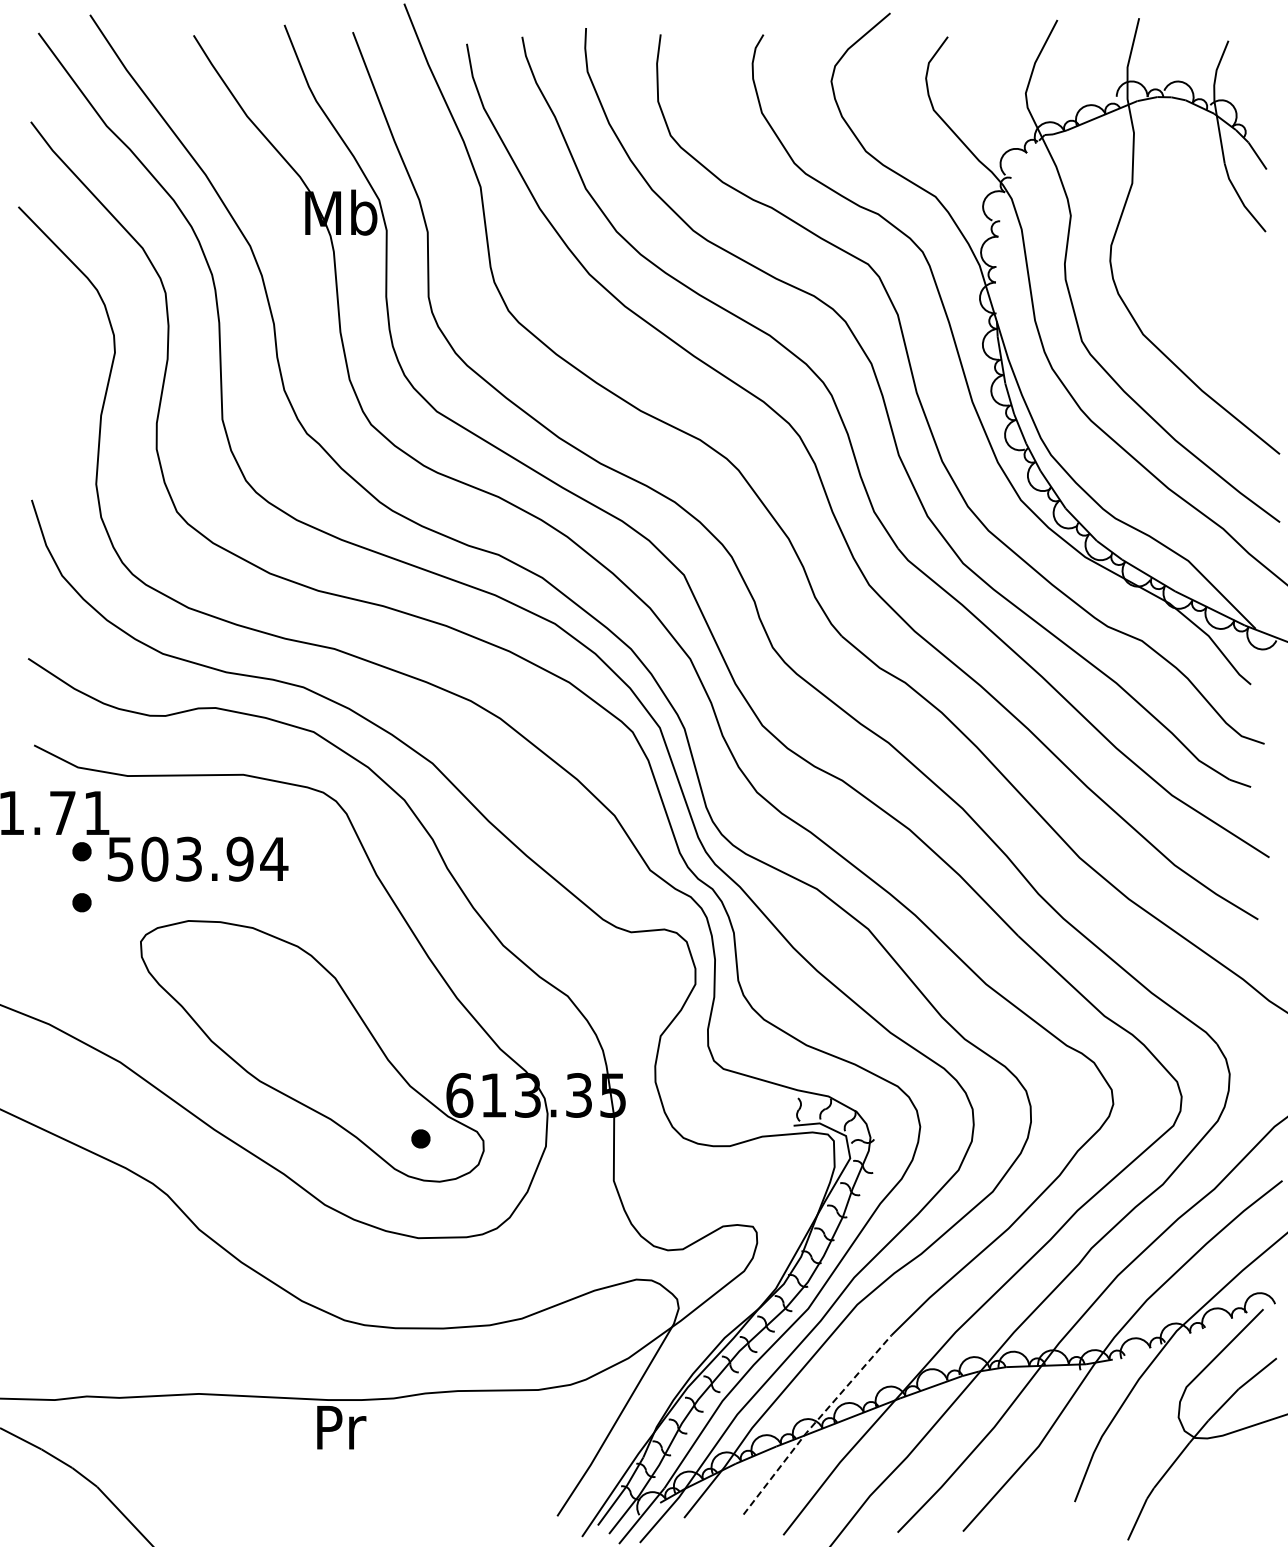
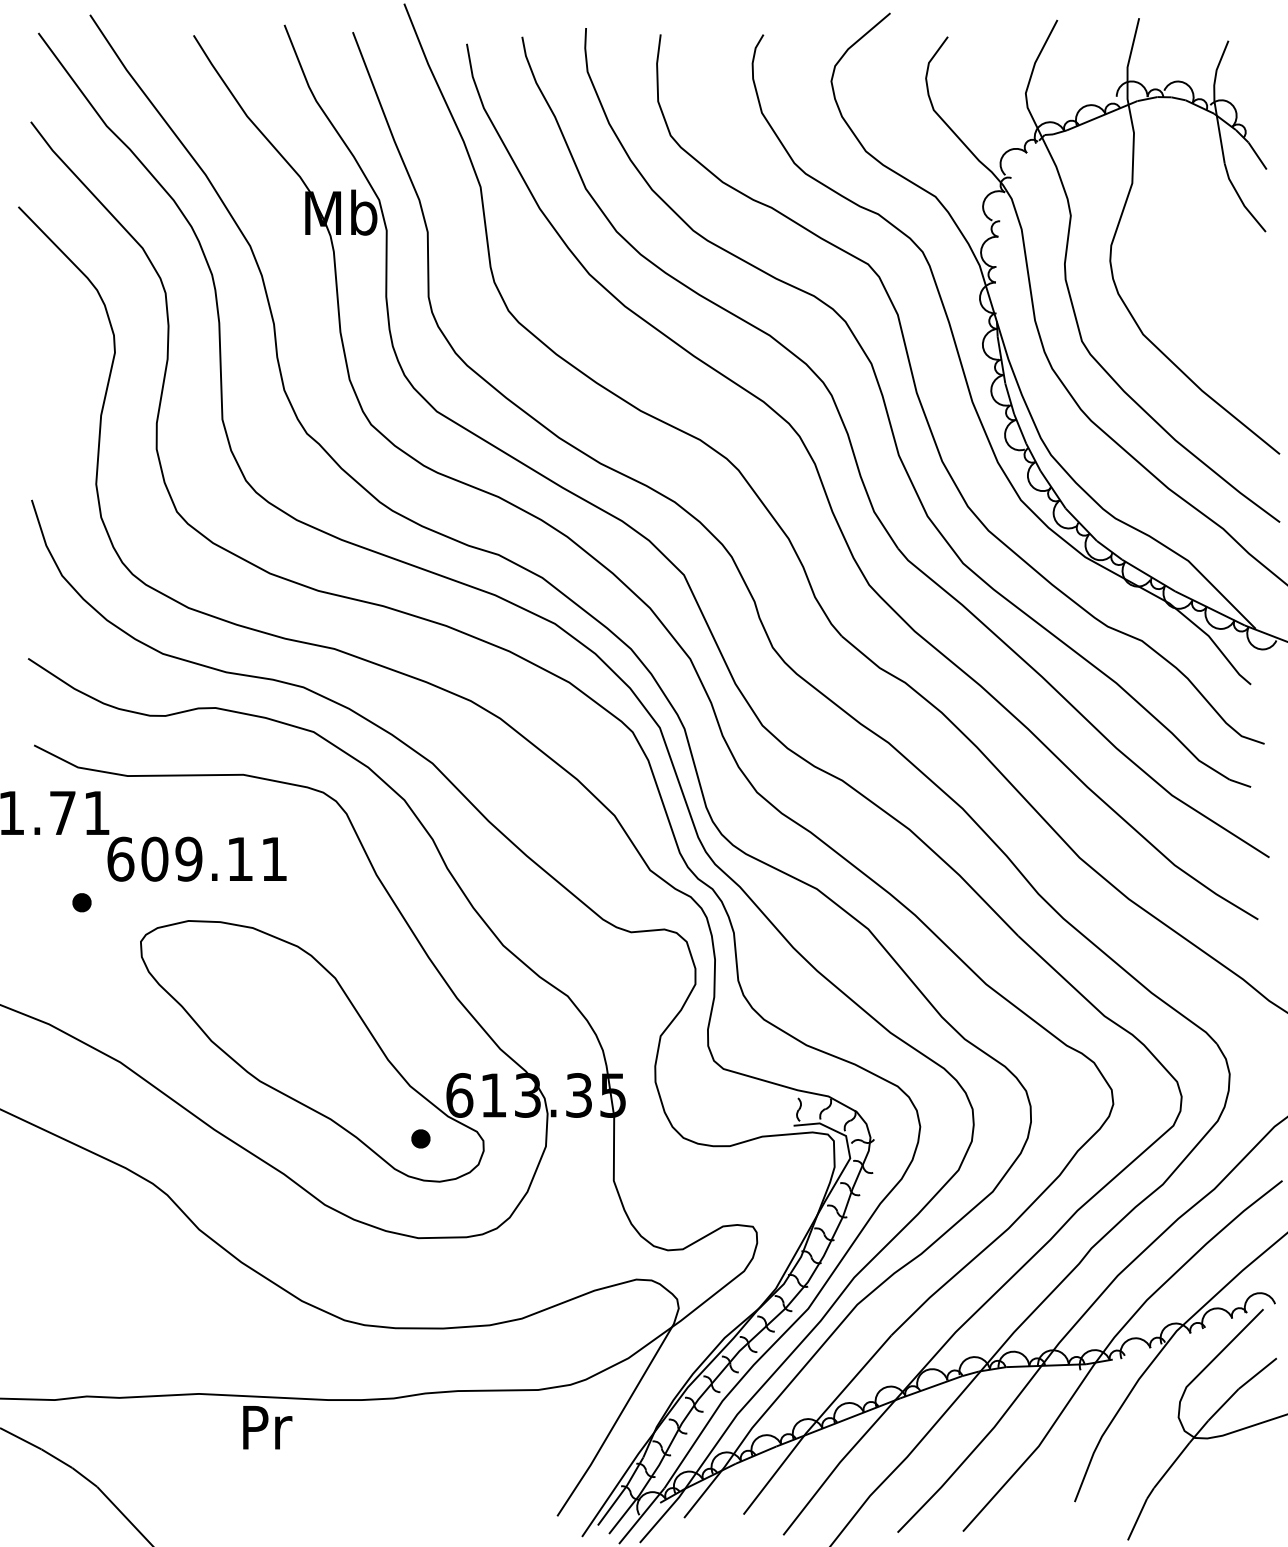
part at (81, 851): present -> none
text at (197, 858): 503.94 -> 609.11
line at (814, 1423): dashed -> solid
text at (341, 1427) position: (341, 1427) -> (267, 1427)
